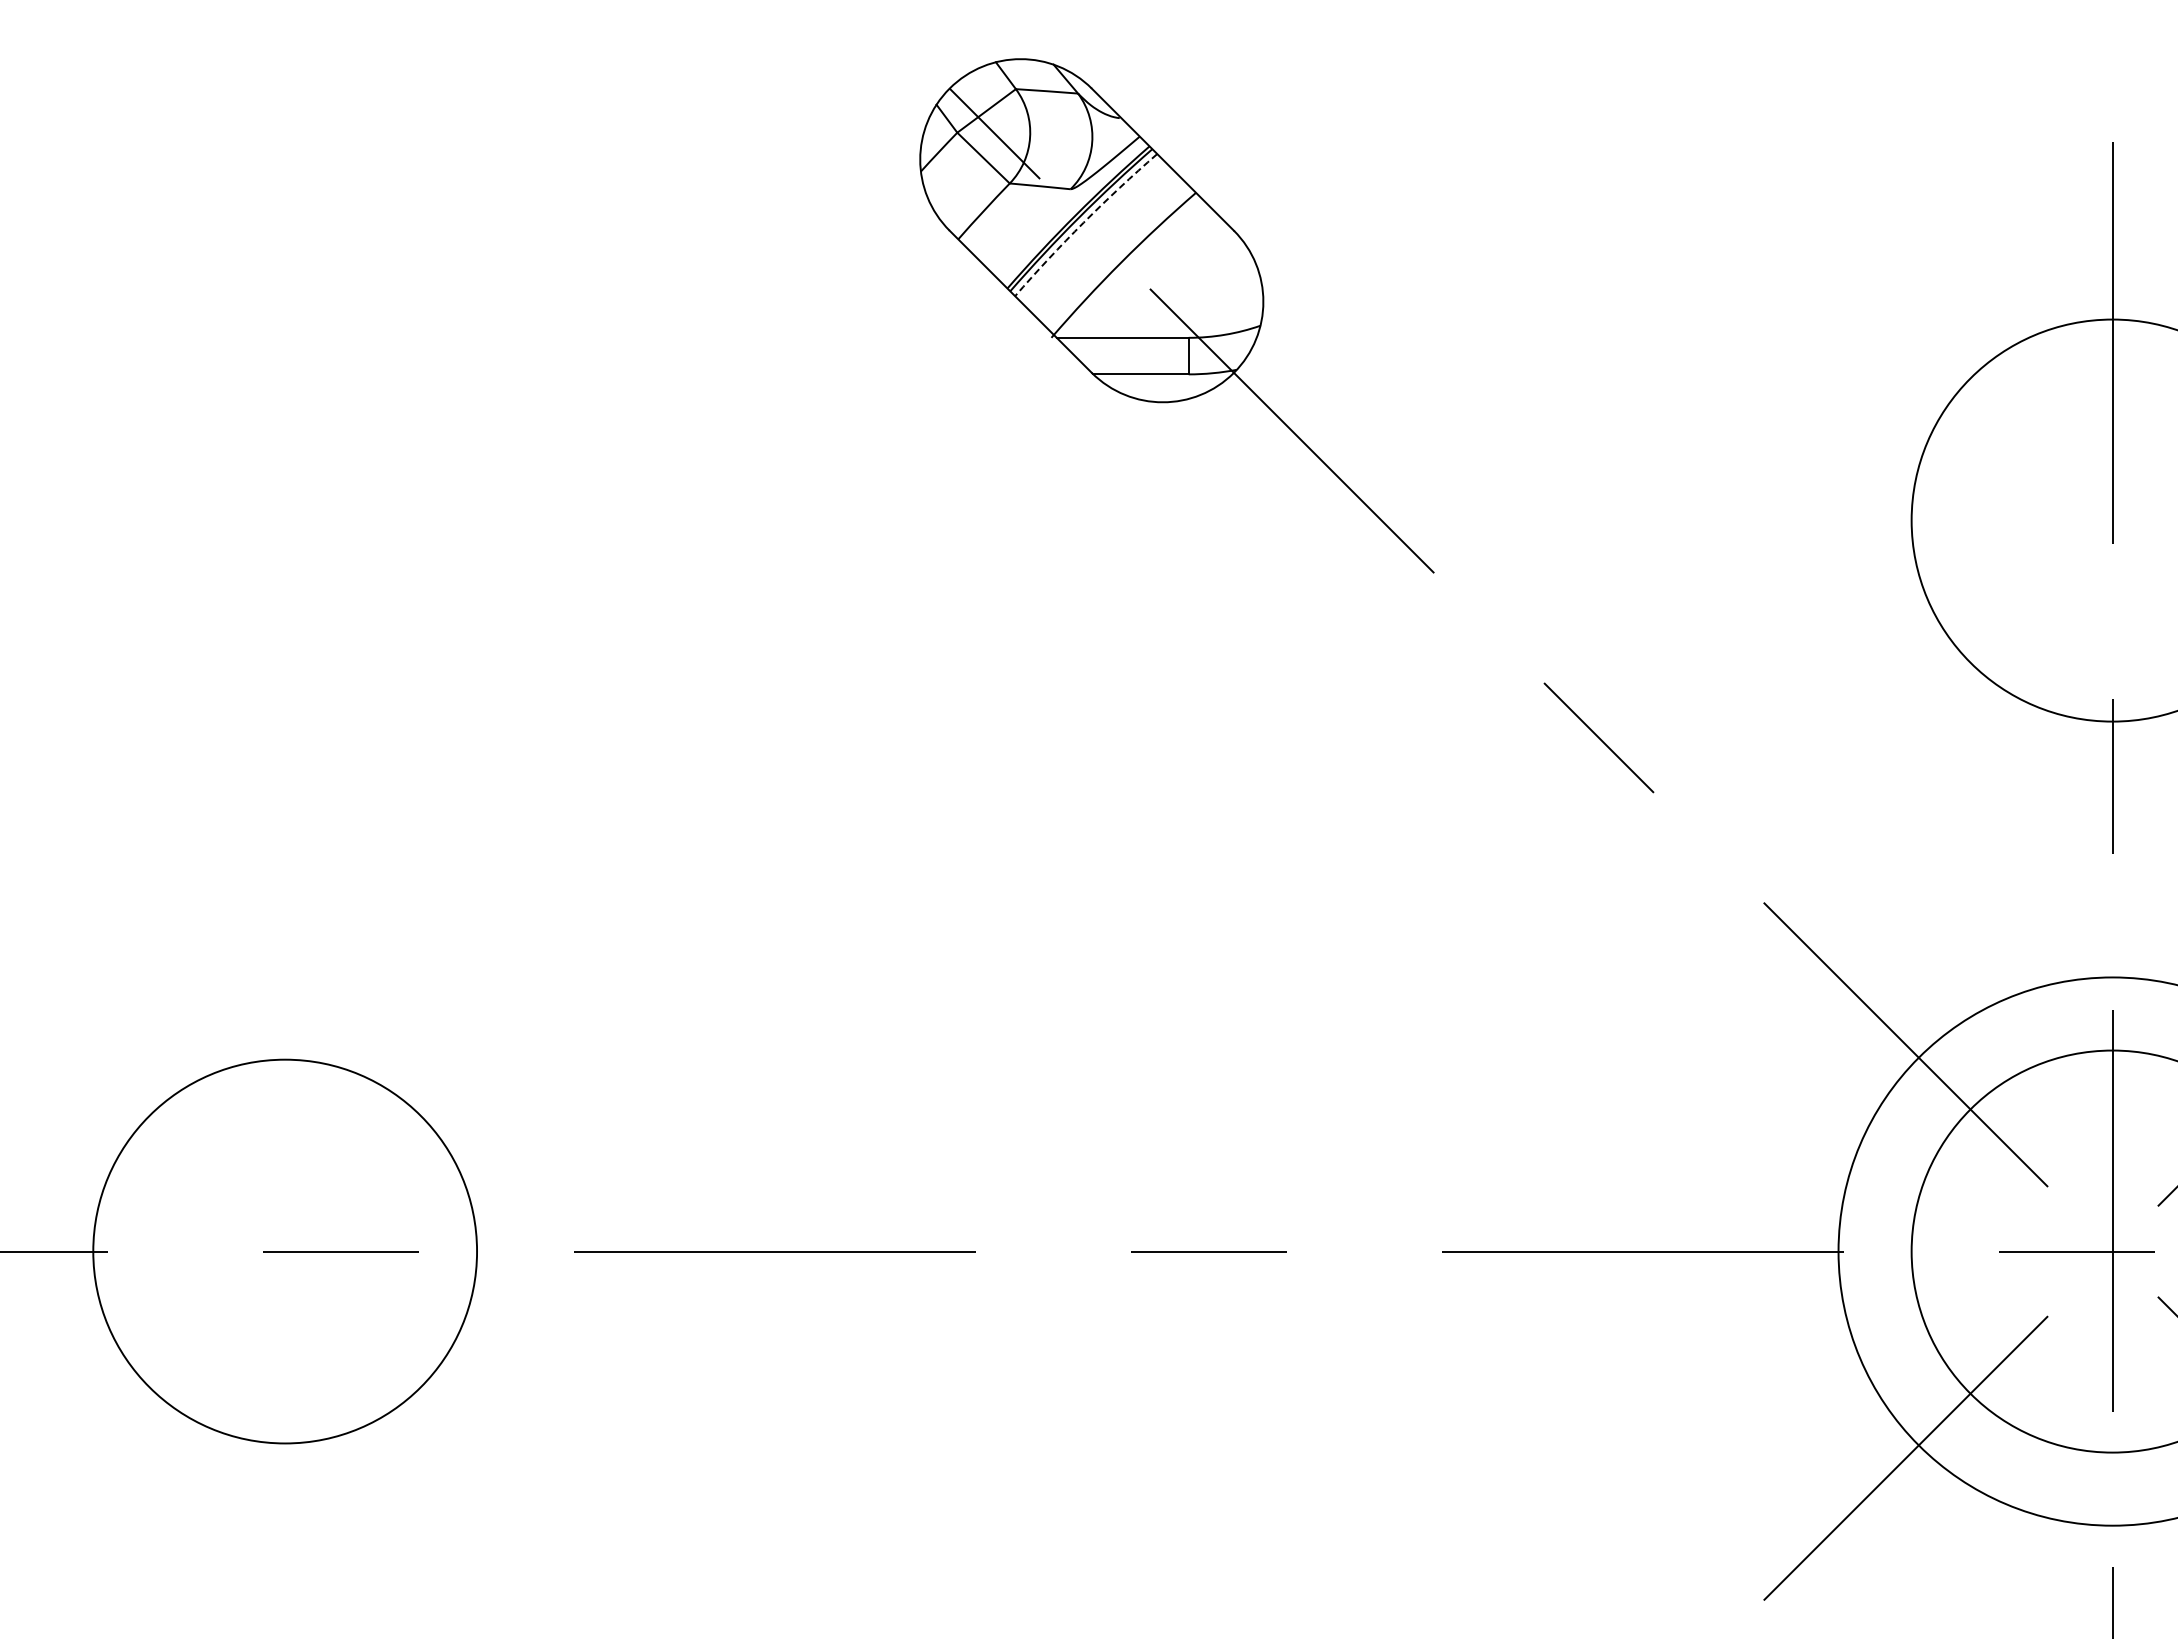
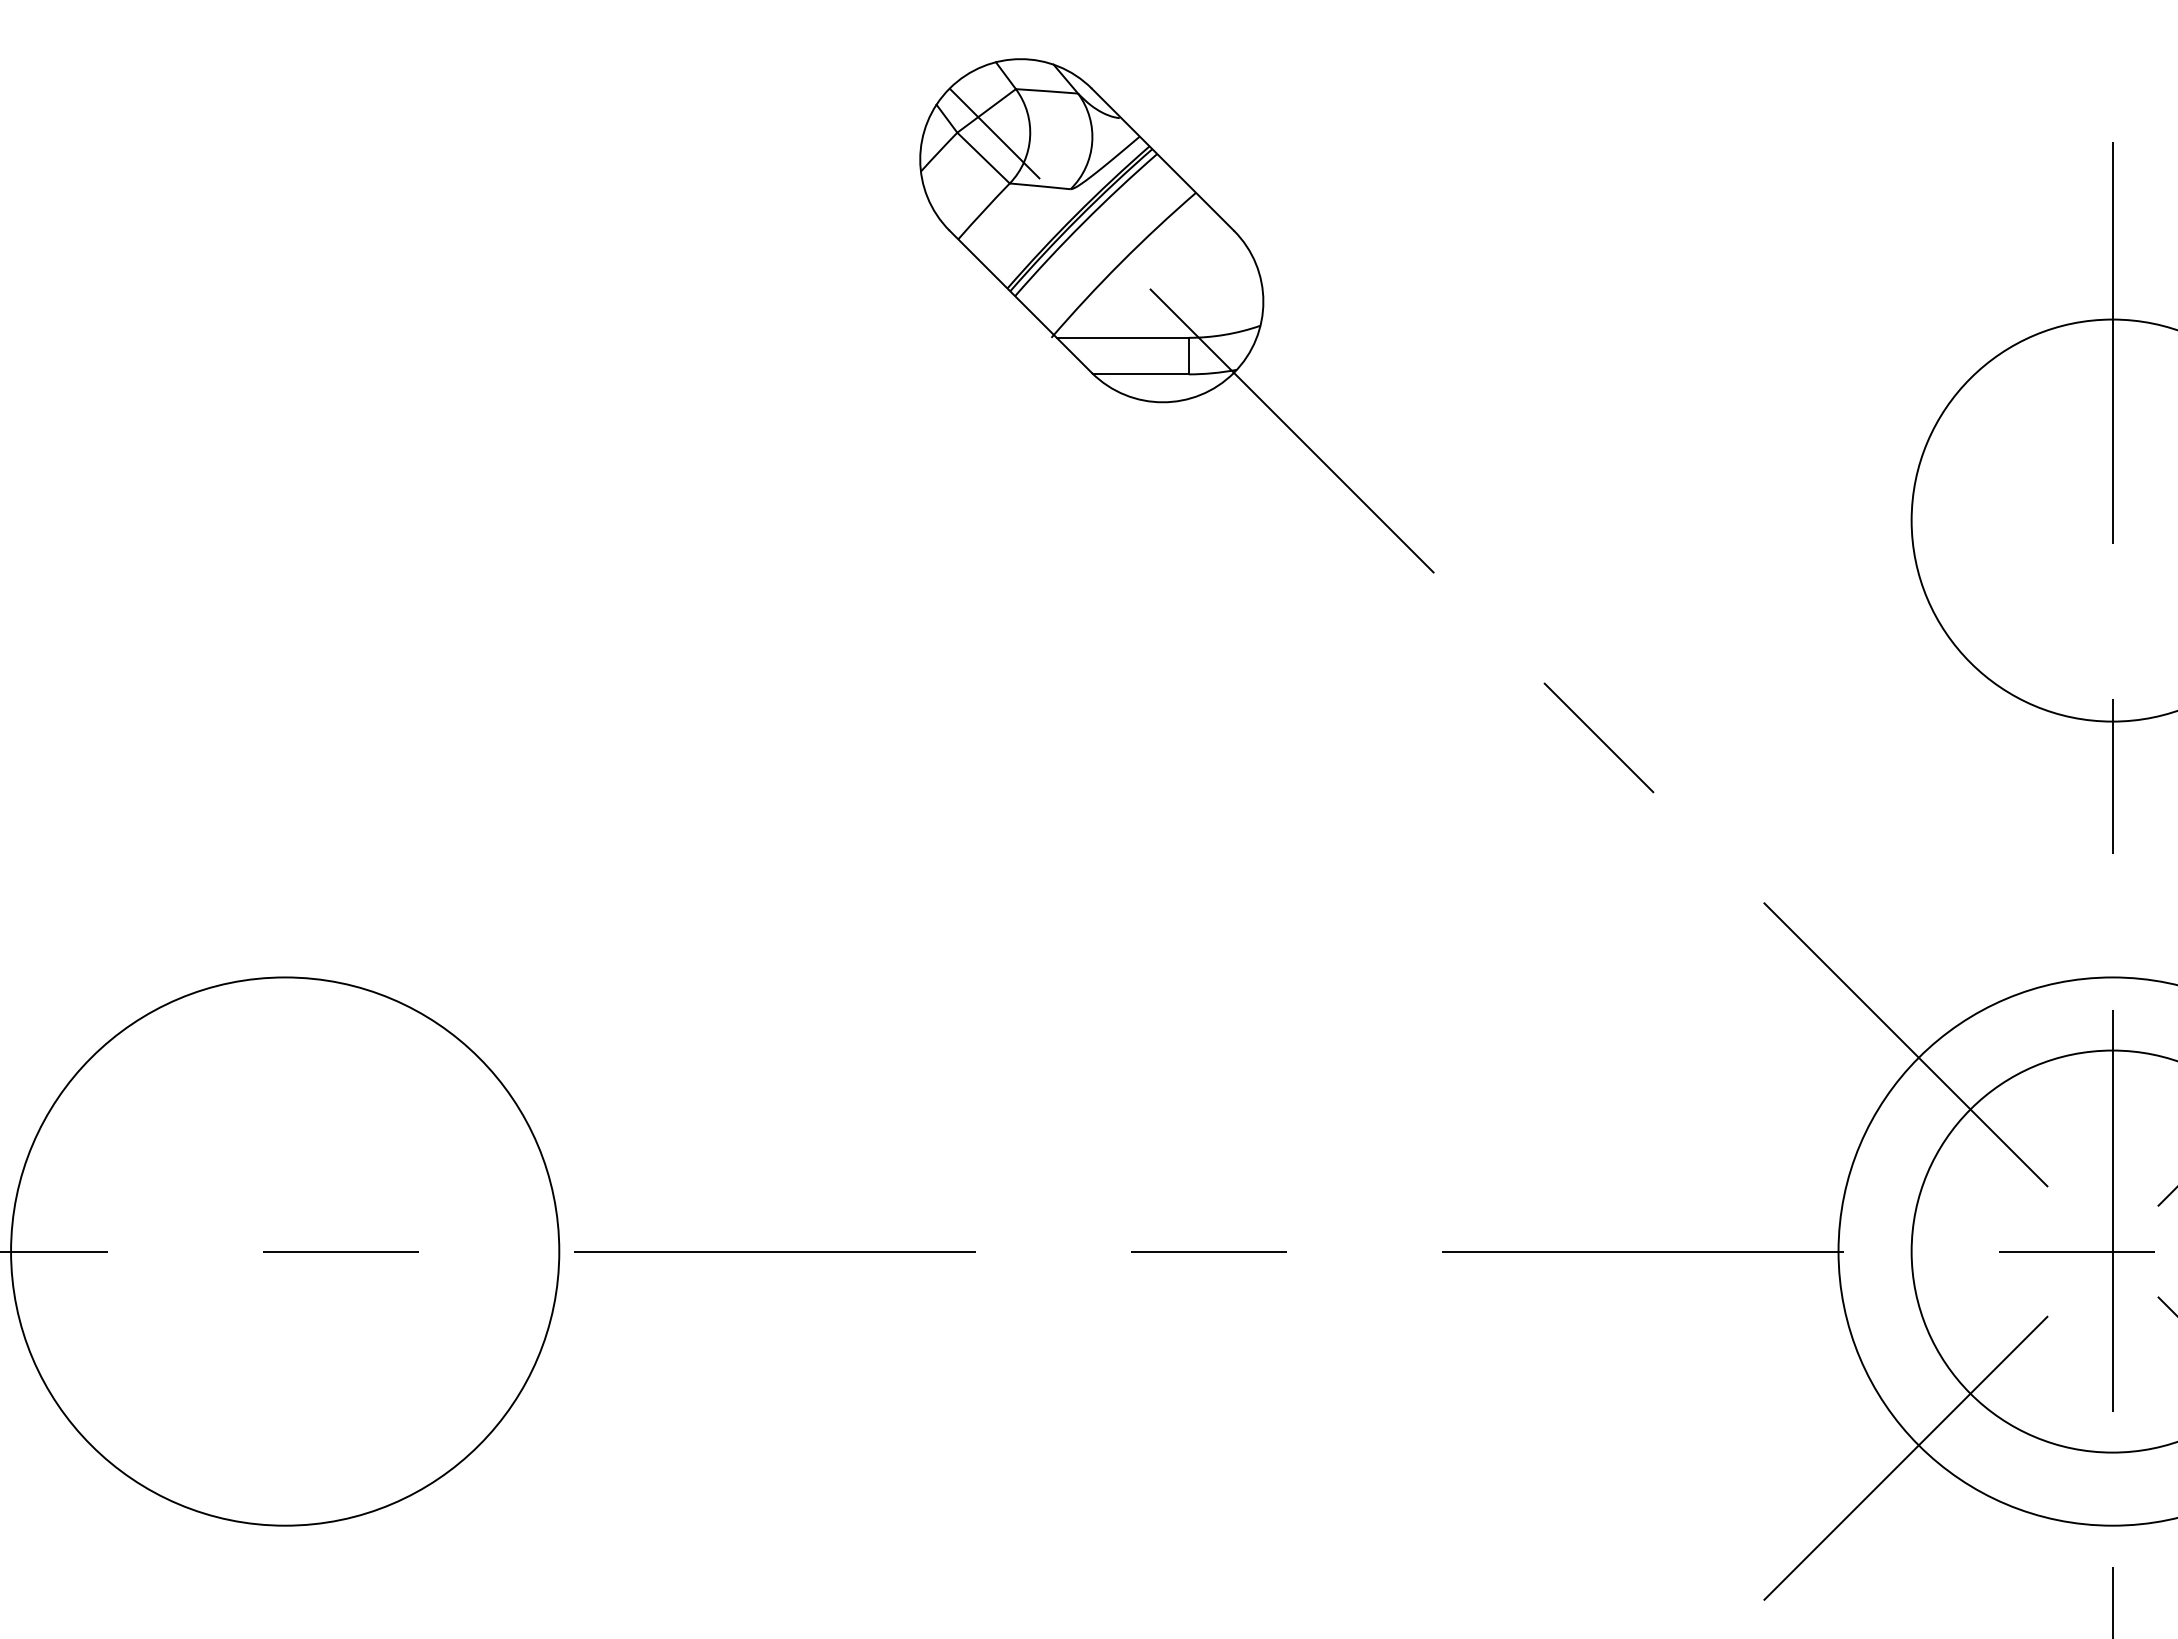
arc at (1083, 222): dashed -> solid
circle at (285, 1251) diameter: 384 px -> 548 px
